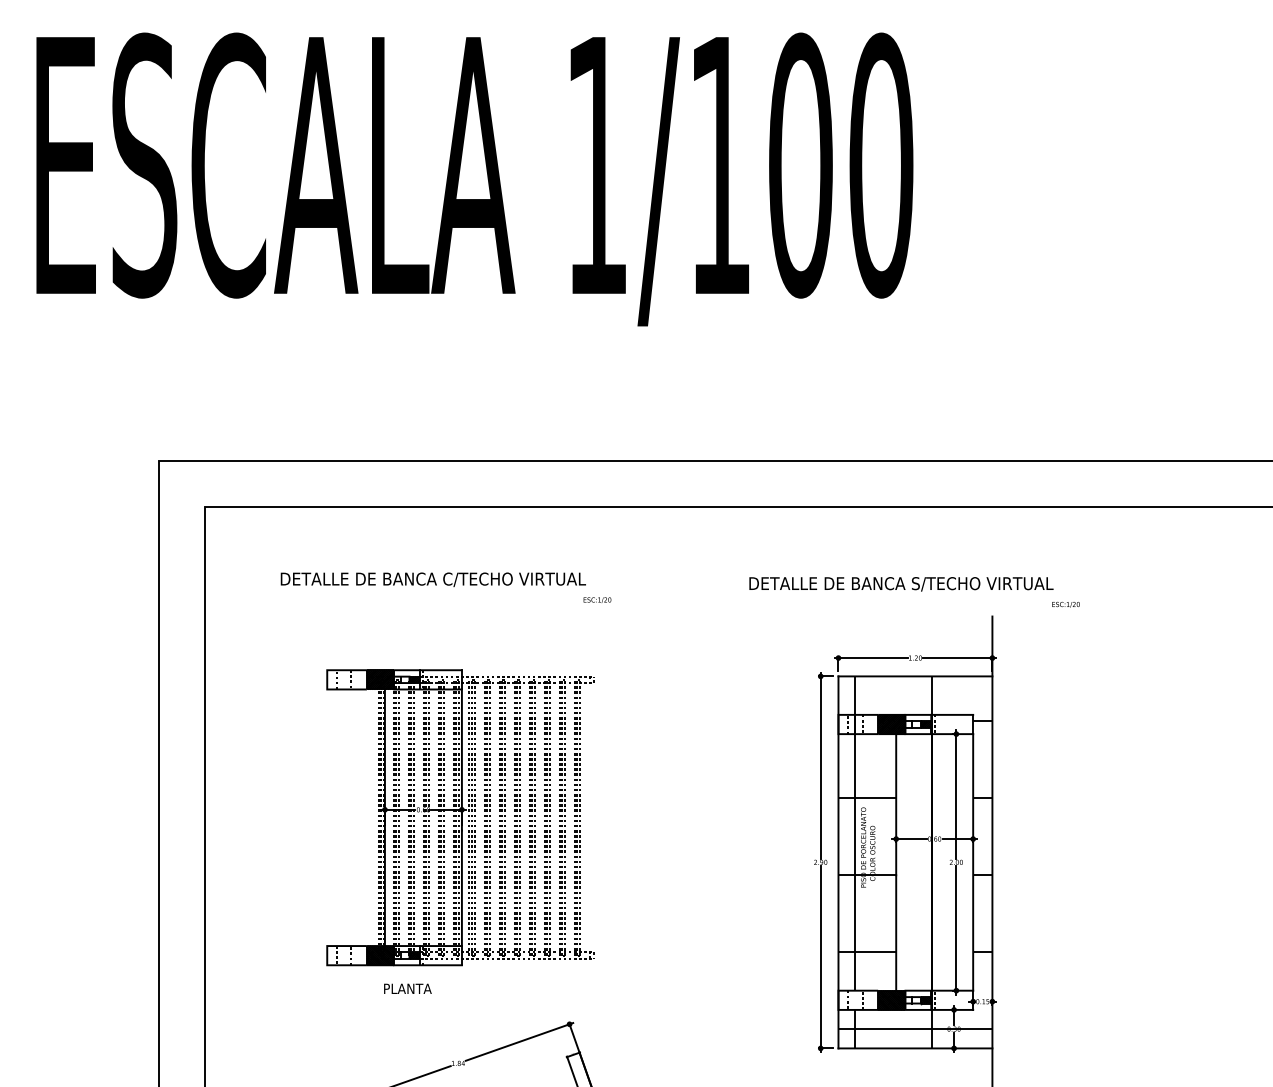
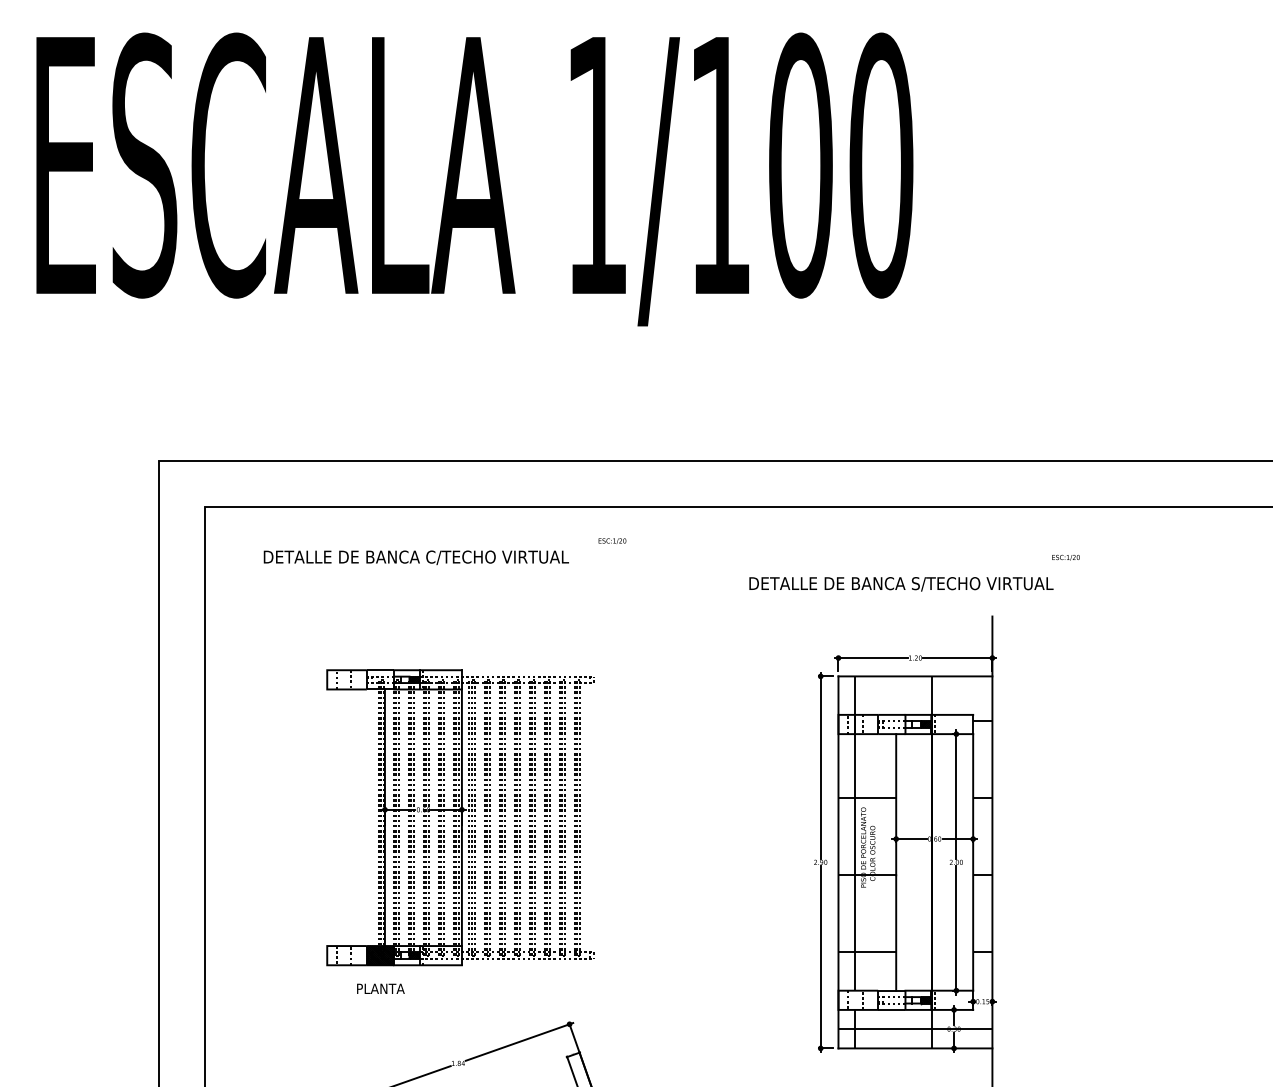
text at (432, 579) position: (432, 579) -> (415, 557)
text at (597, 599) position: (597, 599) -> (612, 540)
text at (1065, 604) position: (1065, 604) -> (1065, 557)
hatch at (380, 679): present -> none
hatch at (891, 724): present -> none
text at (407, 988) position: (407, 988) -> (380, 988)
hatch at (891, 999): present -> none
